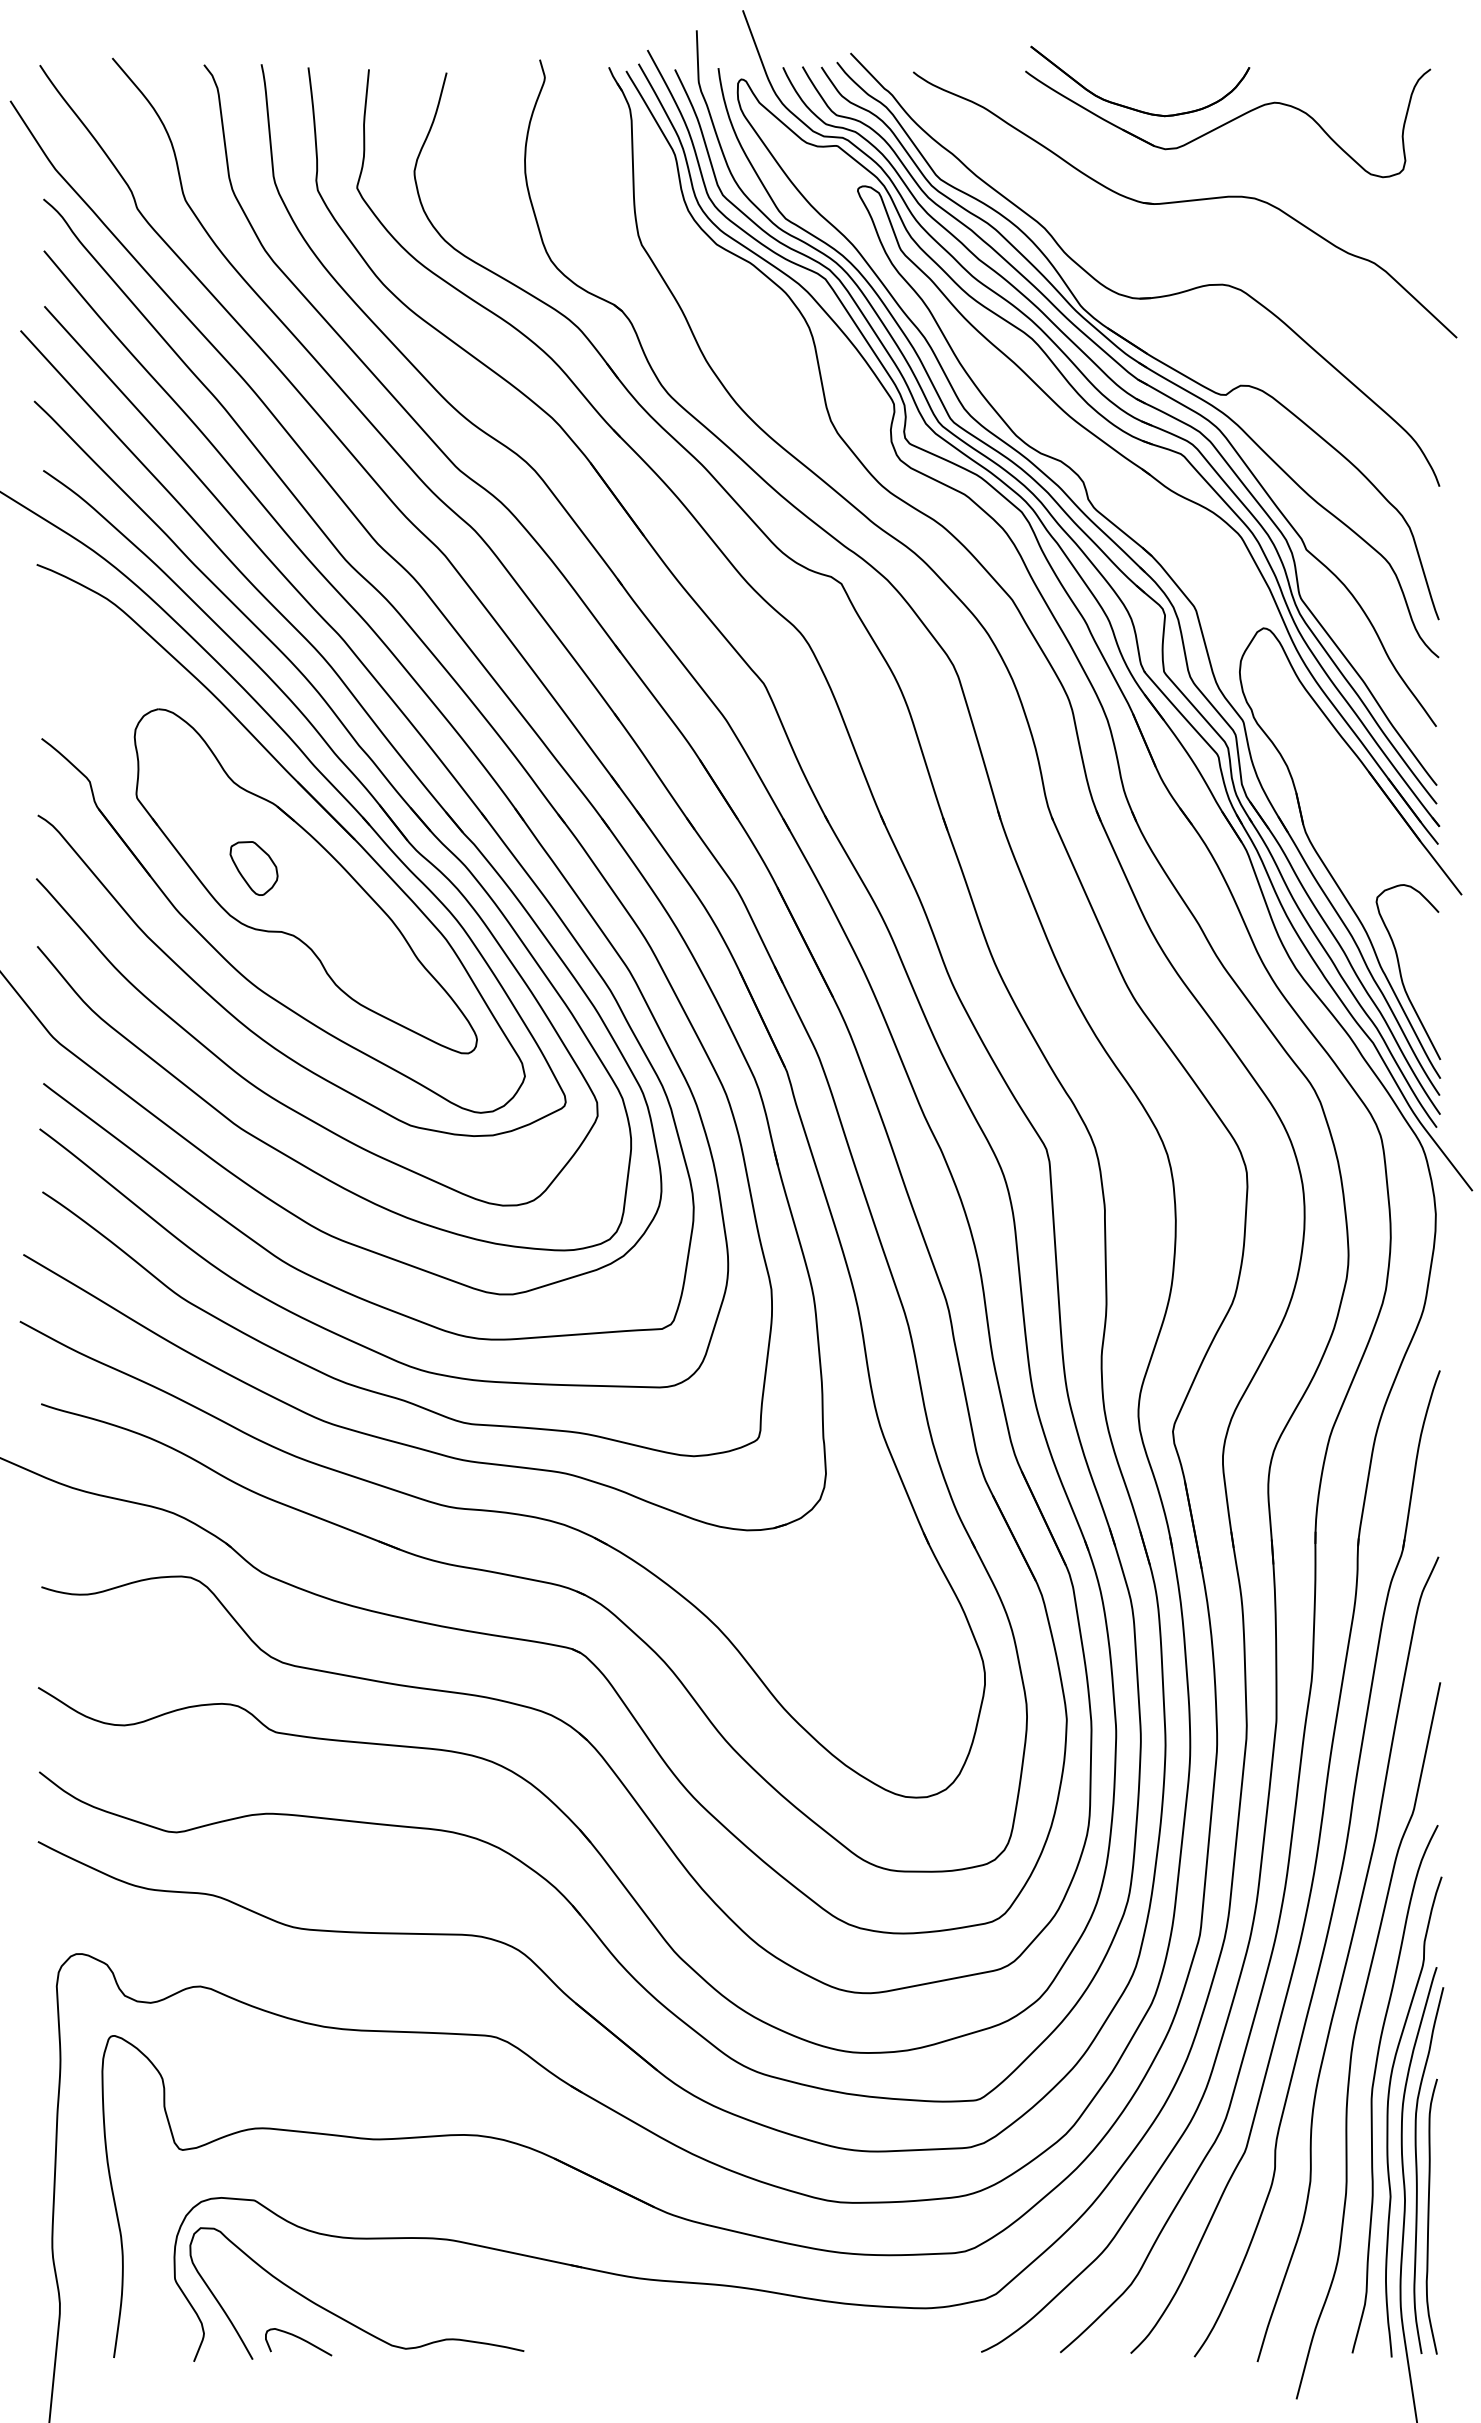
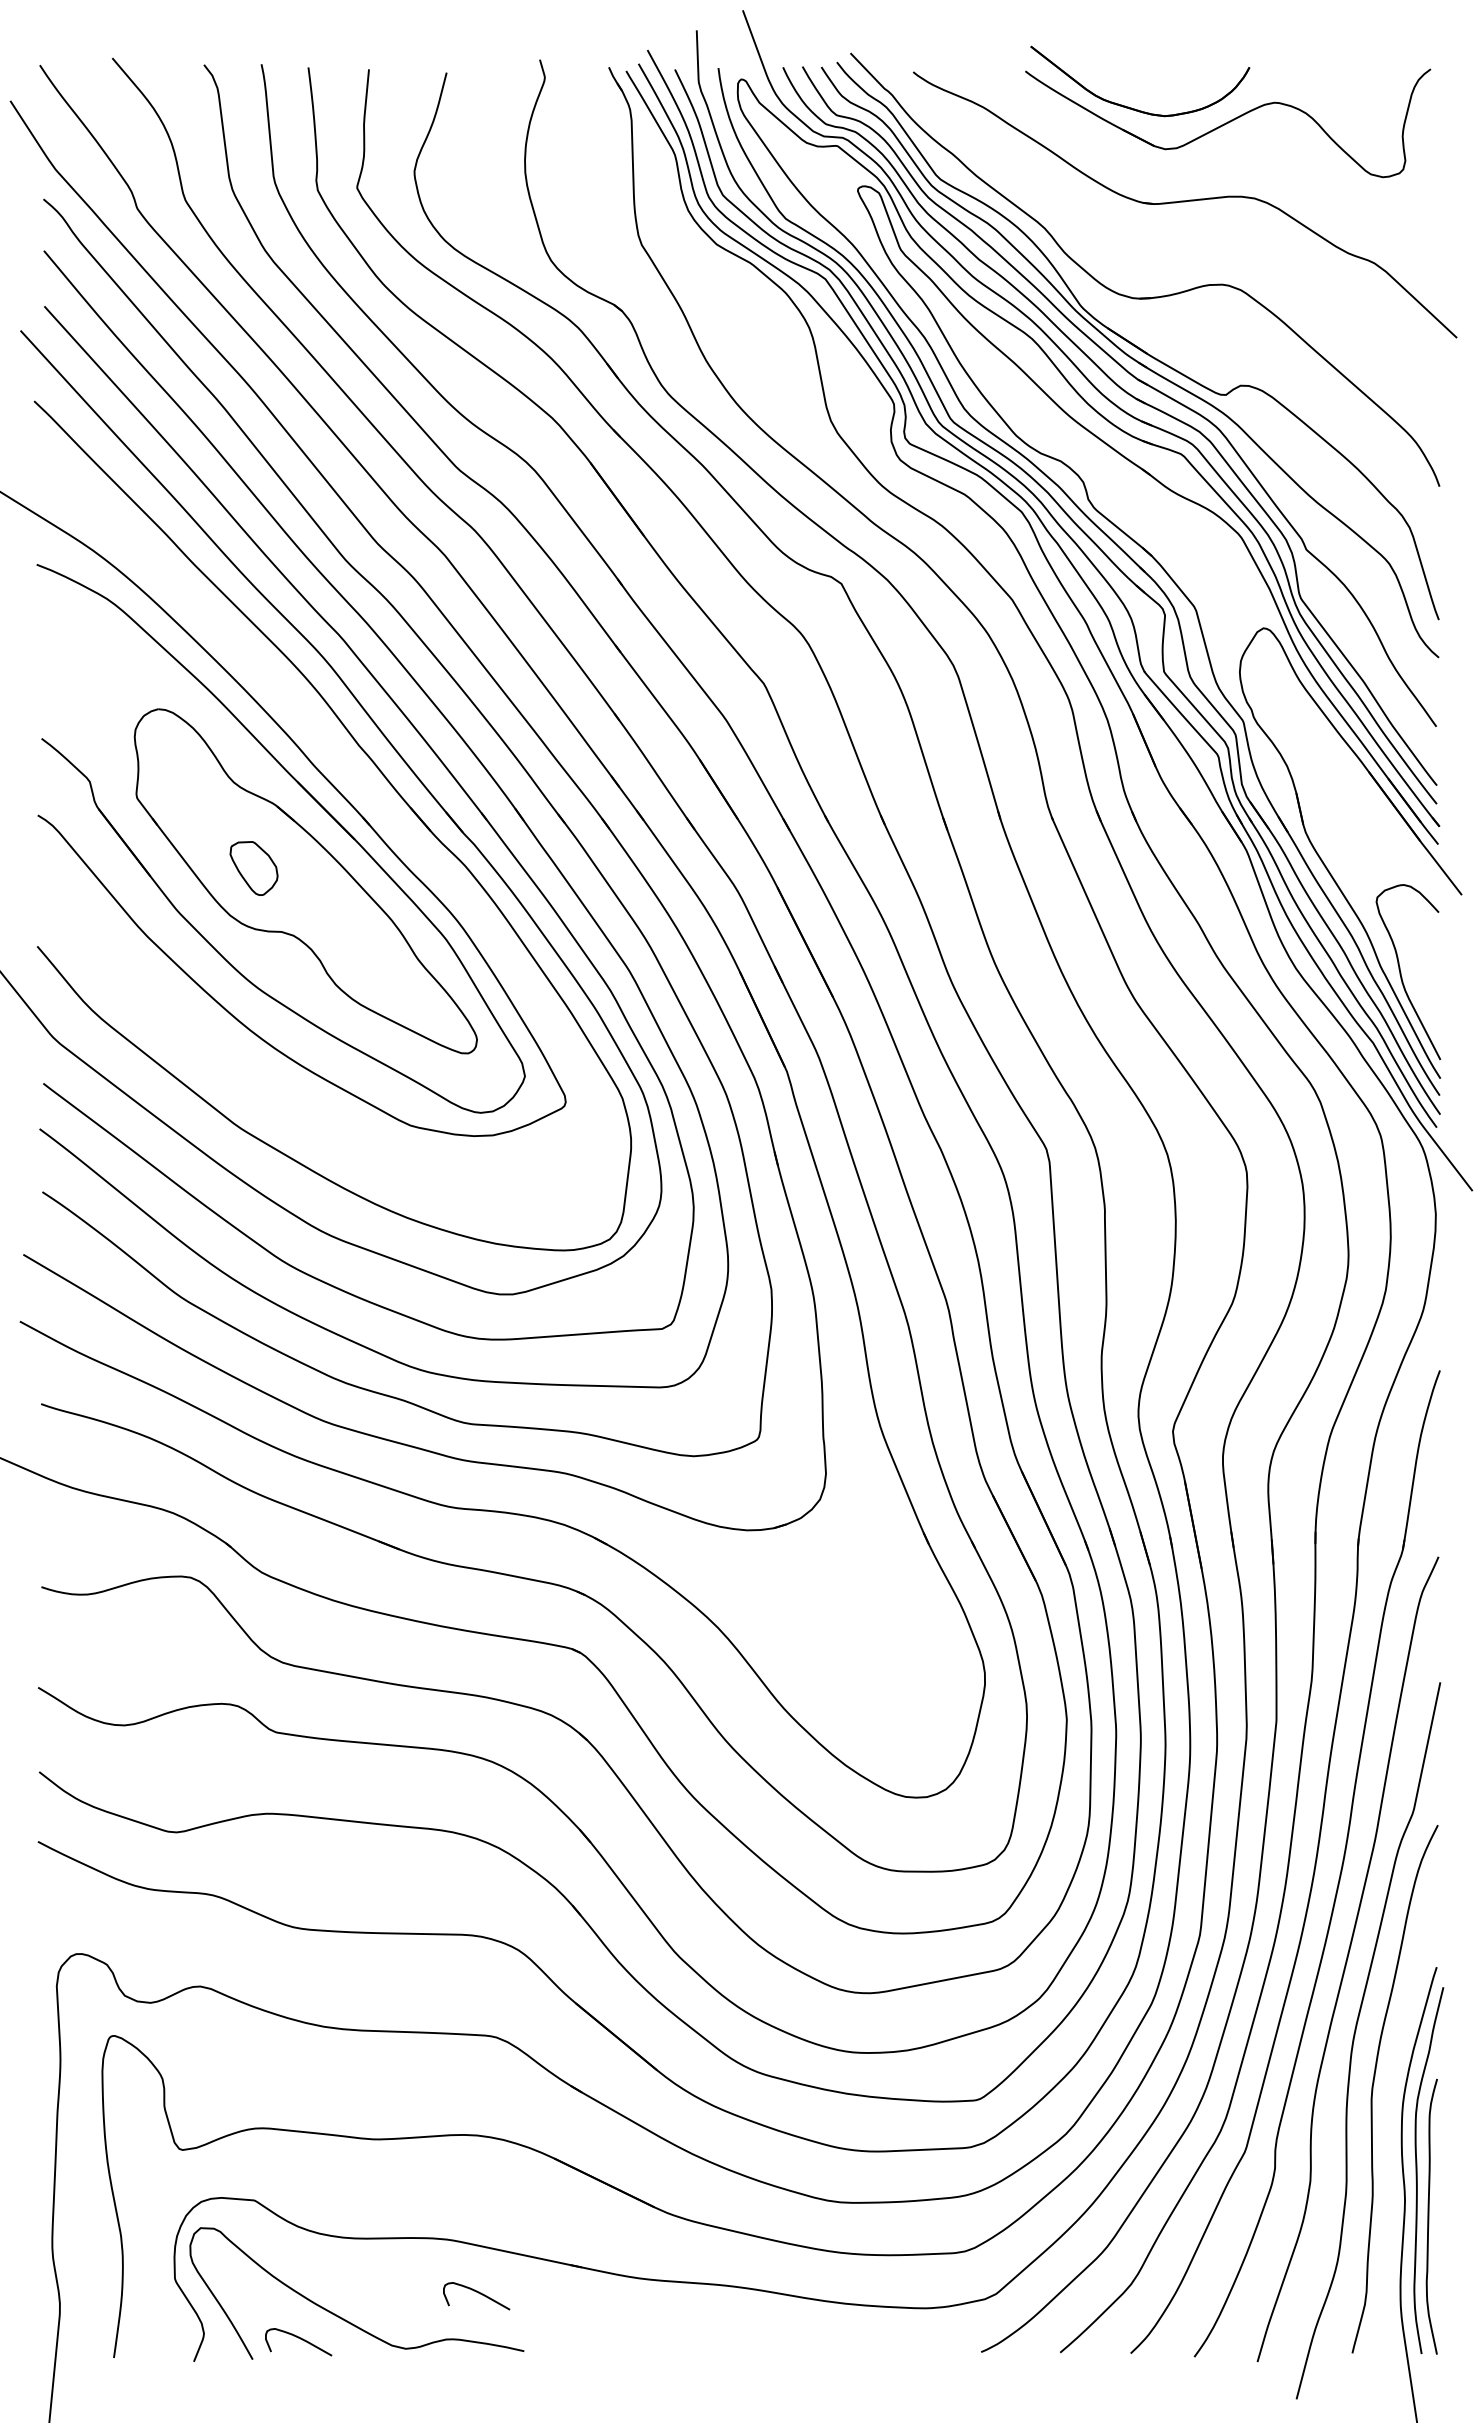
part at (368, 793): present -> none
curve at (1388, 2116): present -> none
curve at (478, 2293): none -> present
